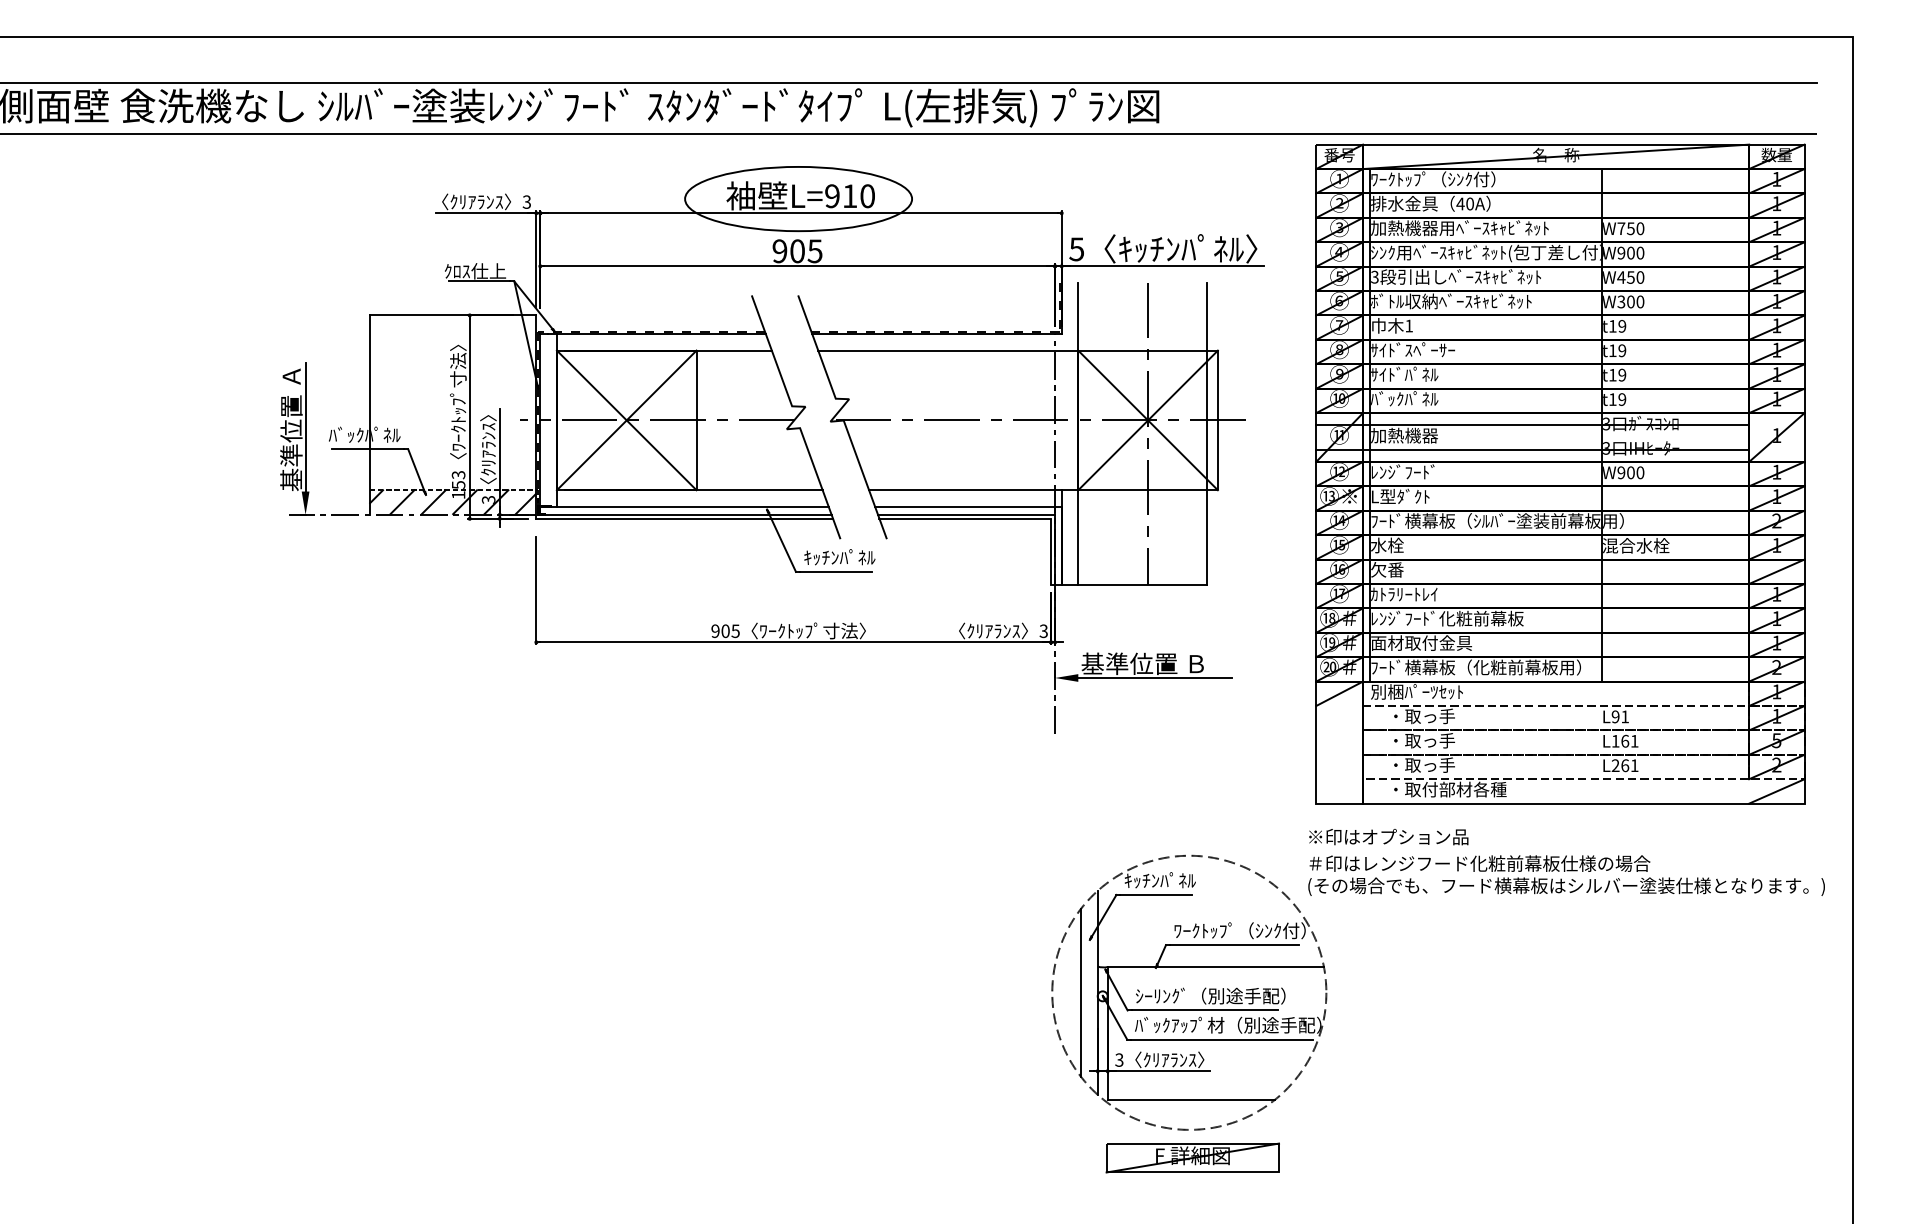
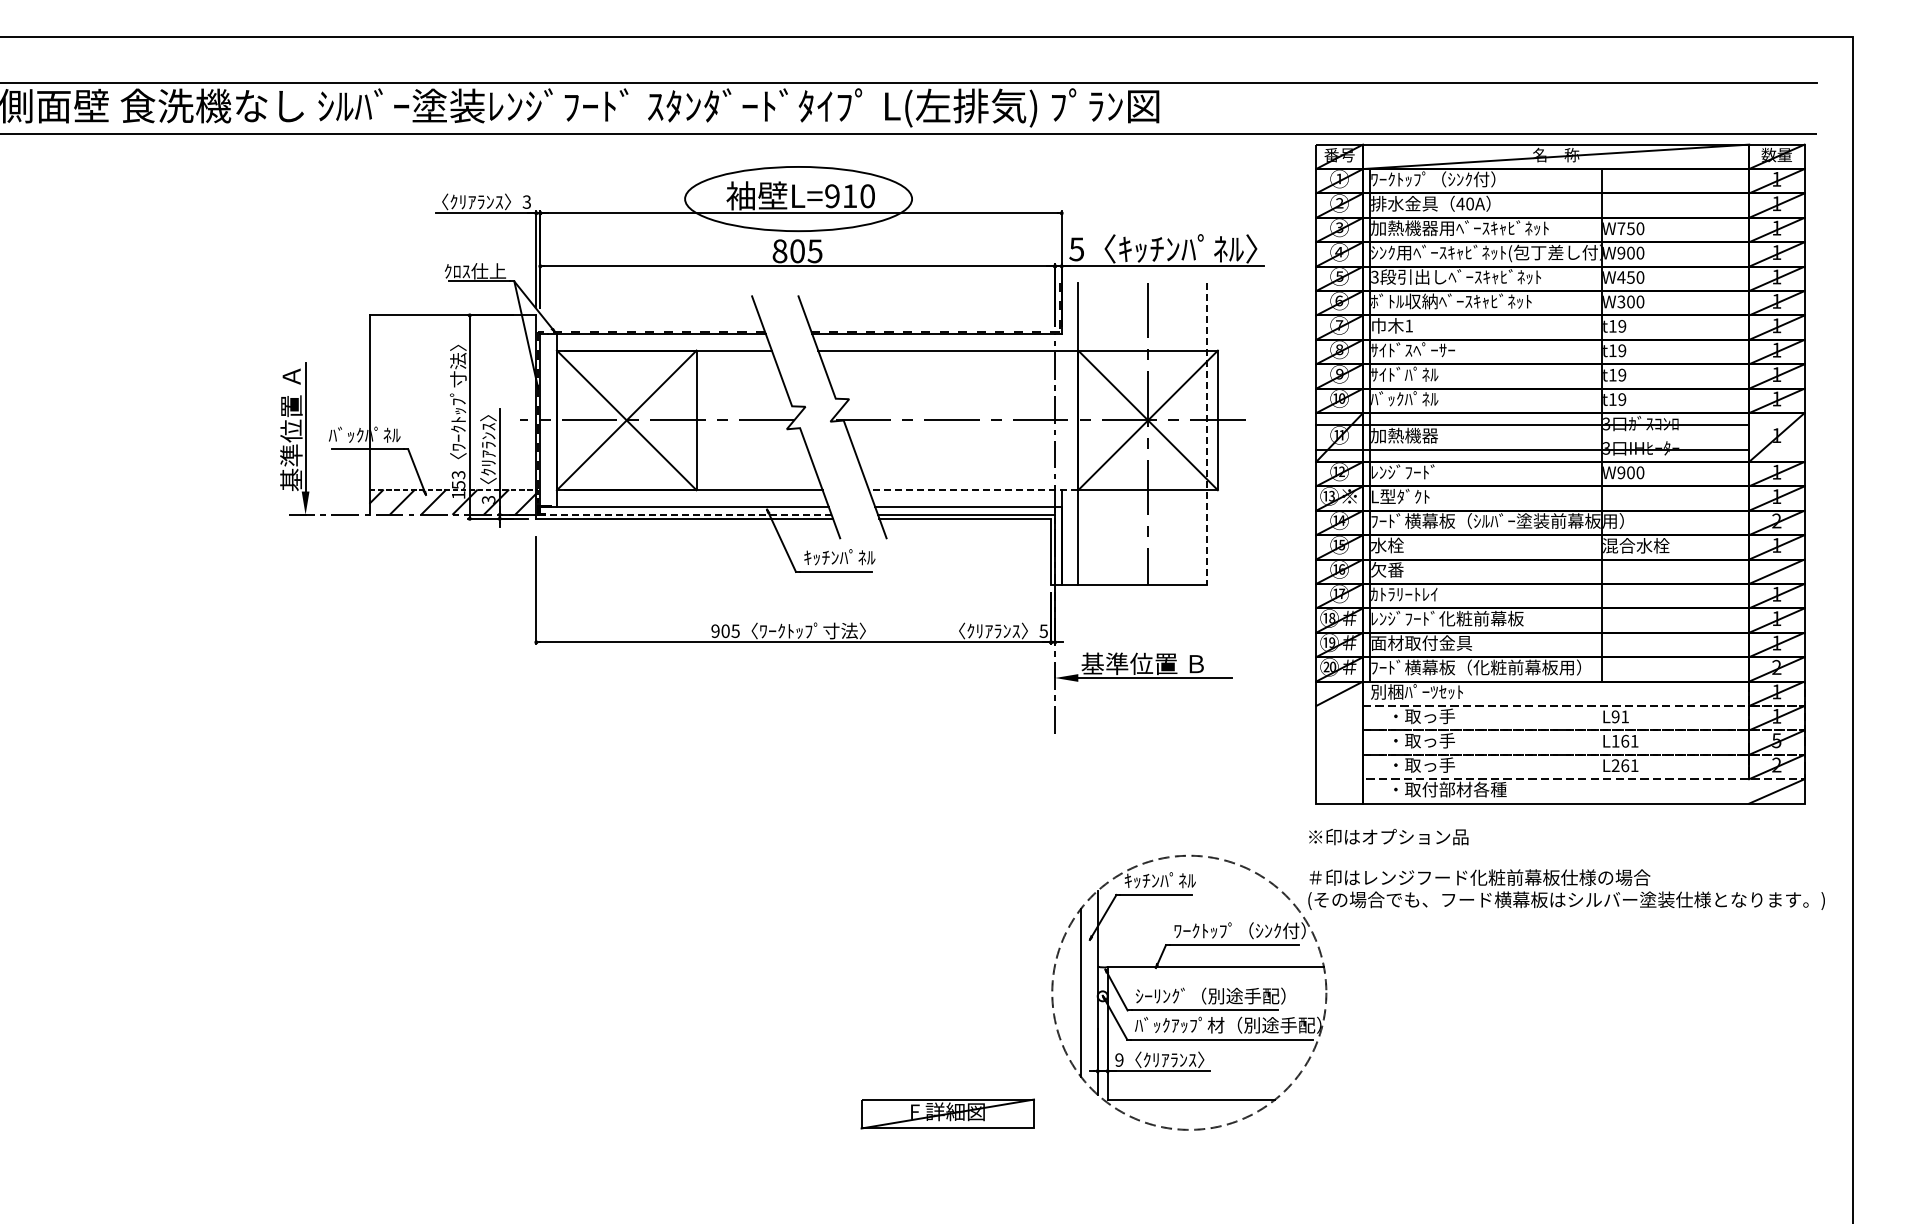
text at (779, 251): 905 -> 805
line at (1206, 434): solid -> dashed
line at (973, 490): solid -> dashed
line at (685, 514): solid -> dashed
text at (1043, 630): 3 -> 5
text at (1566, 875) position: (1566, 875) -> (1566, 889)
text at (1119, 1059): 3 -> 9
part at (1192, 1157) position: (1192, 1157) -> (947, 1113)
